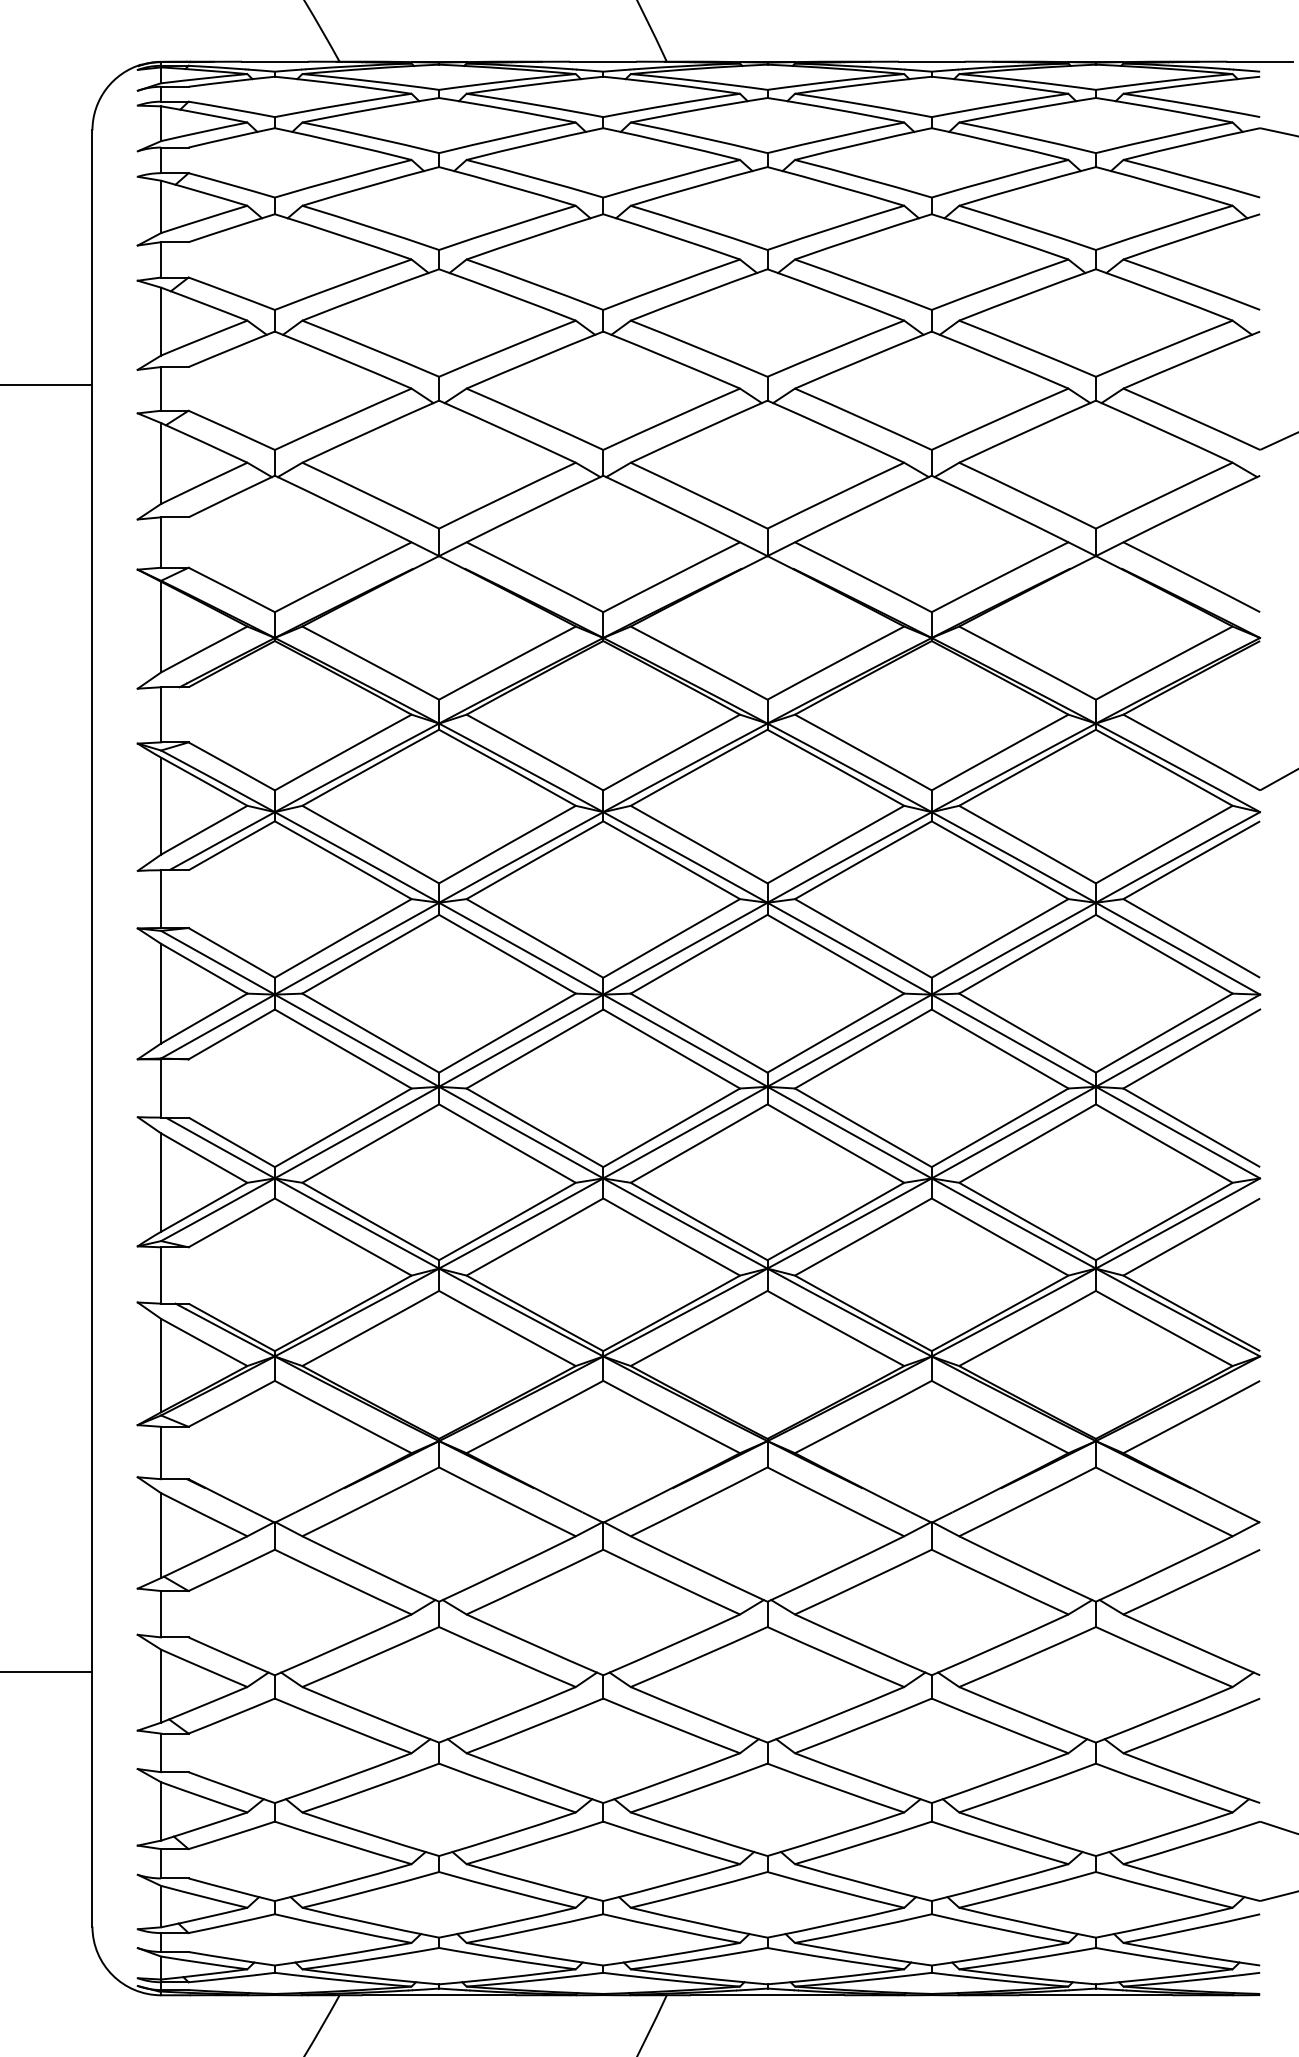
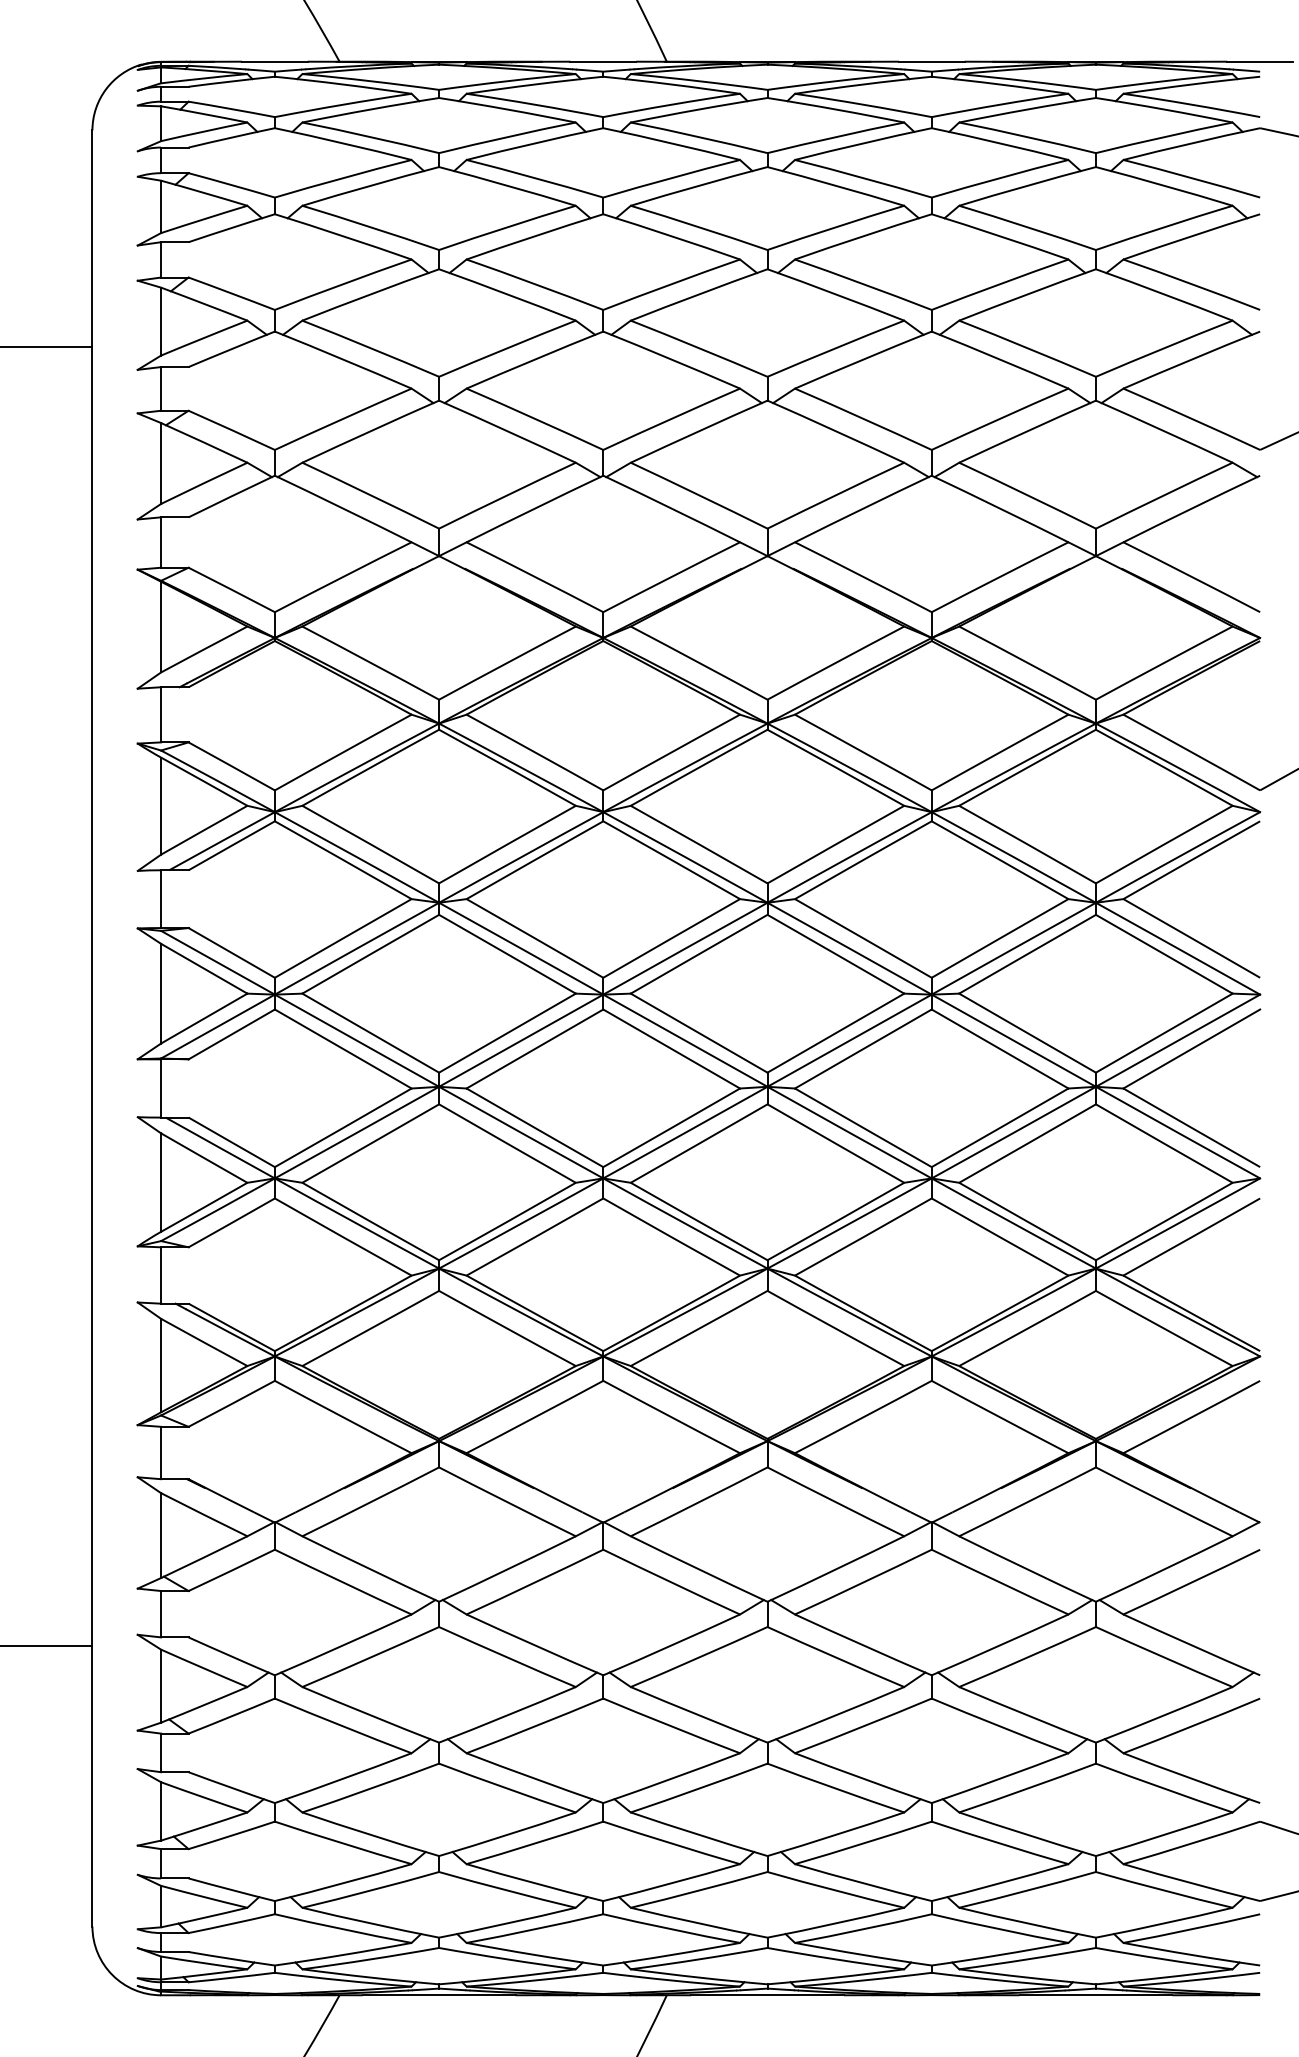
line at (47, 384) position: (47, 384) -> (47, 346)
line at (47, 1672) position: (47, 1672) -> (47, 1646)
